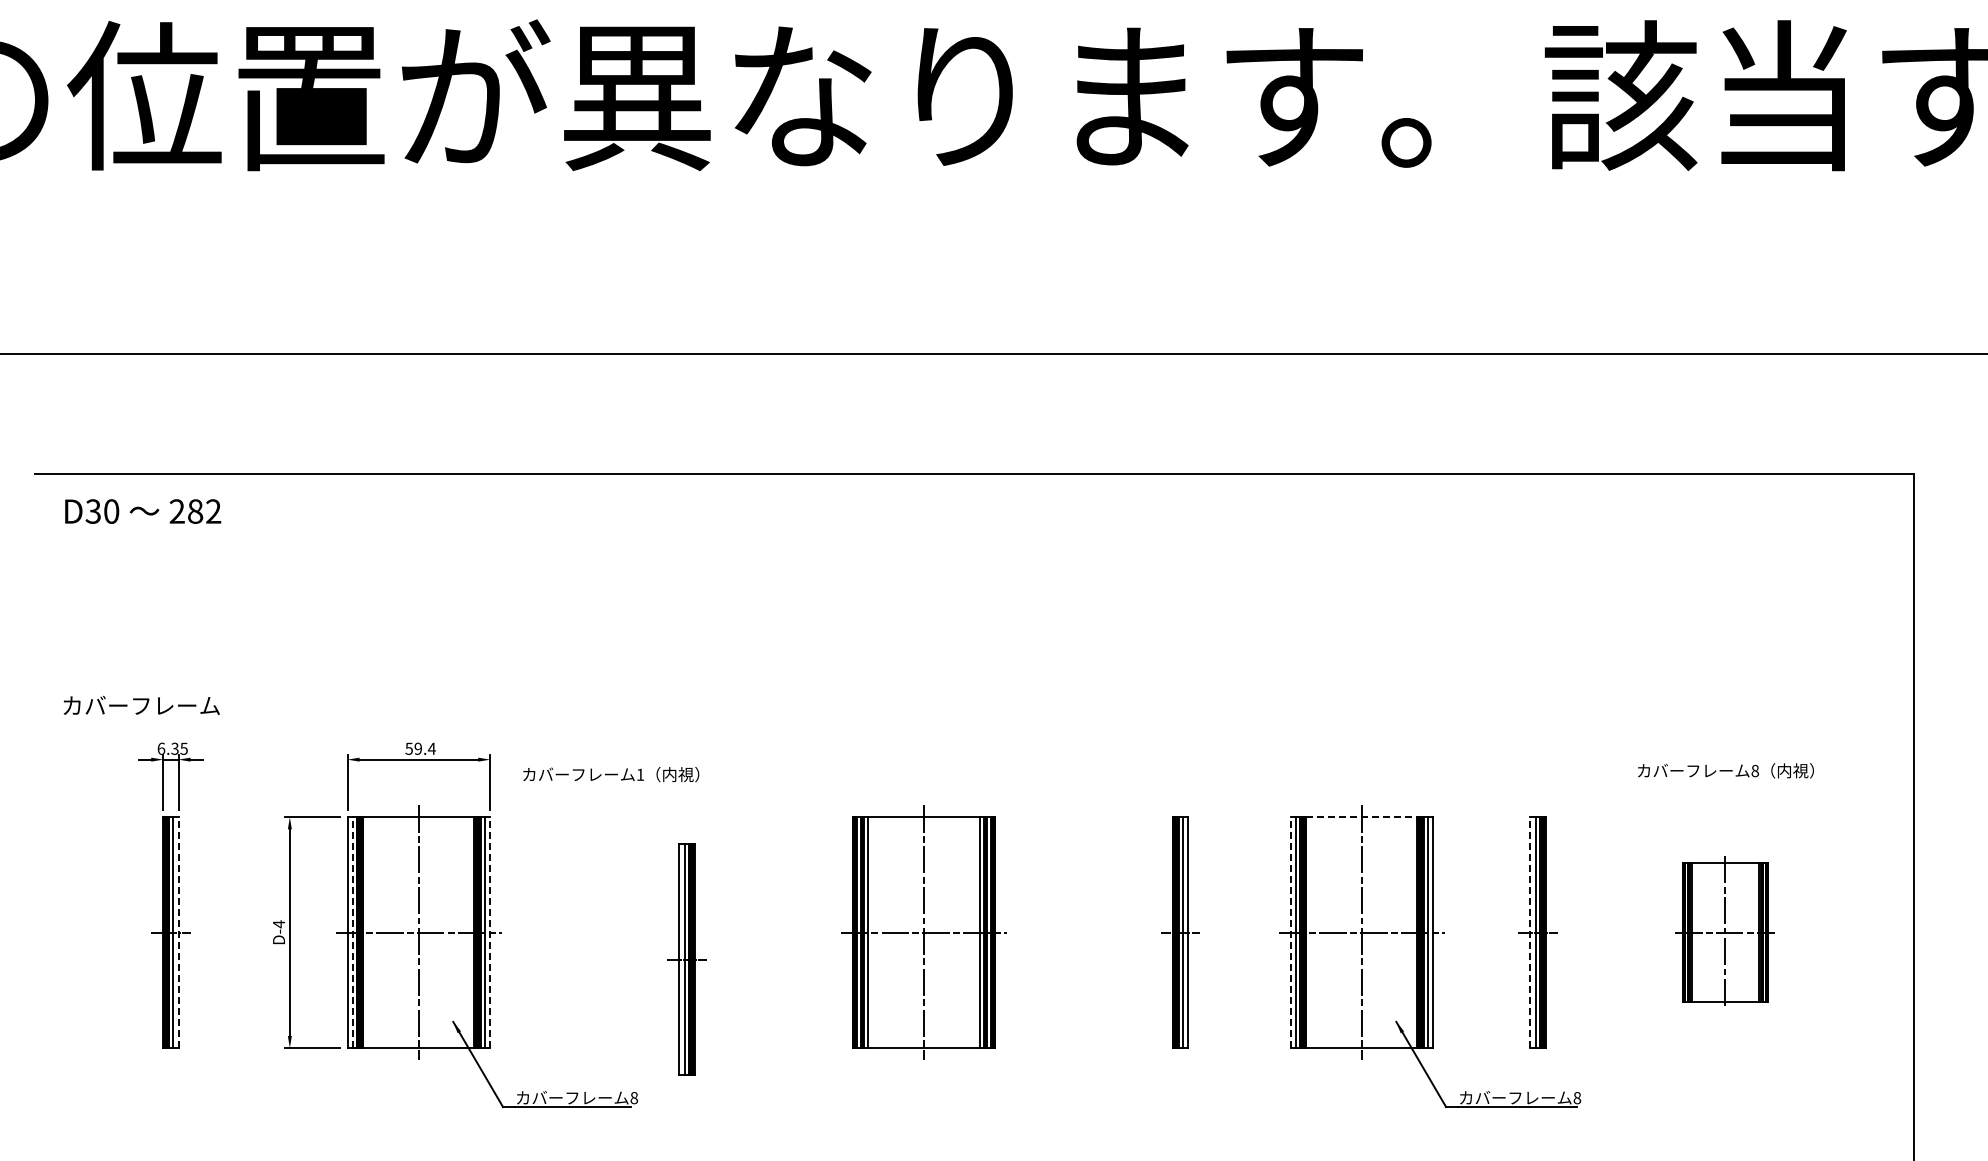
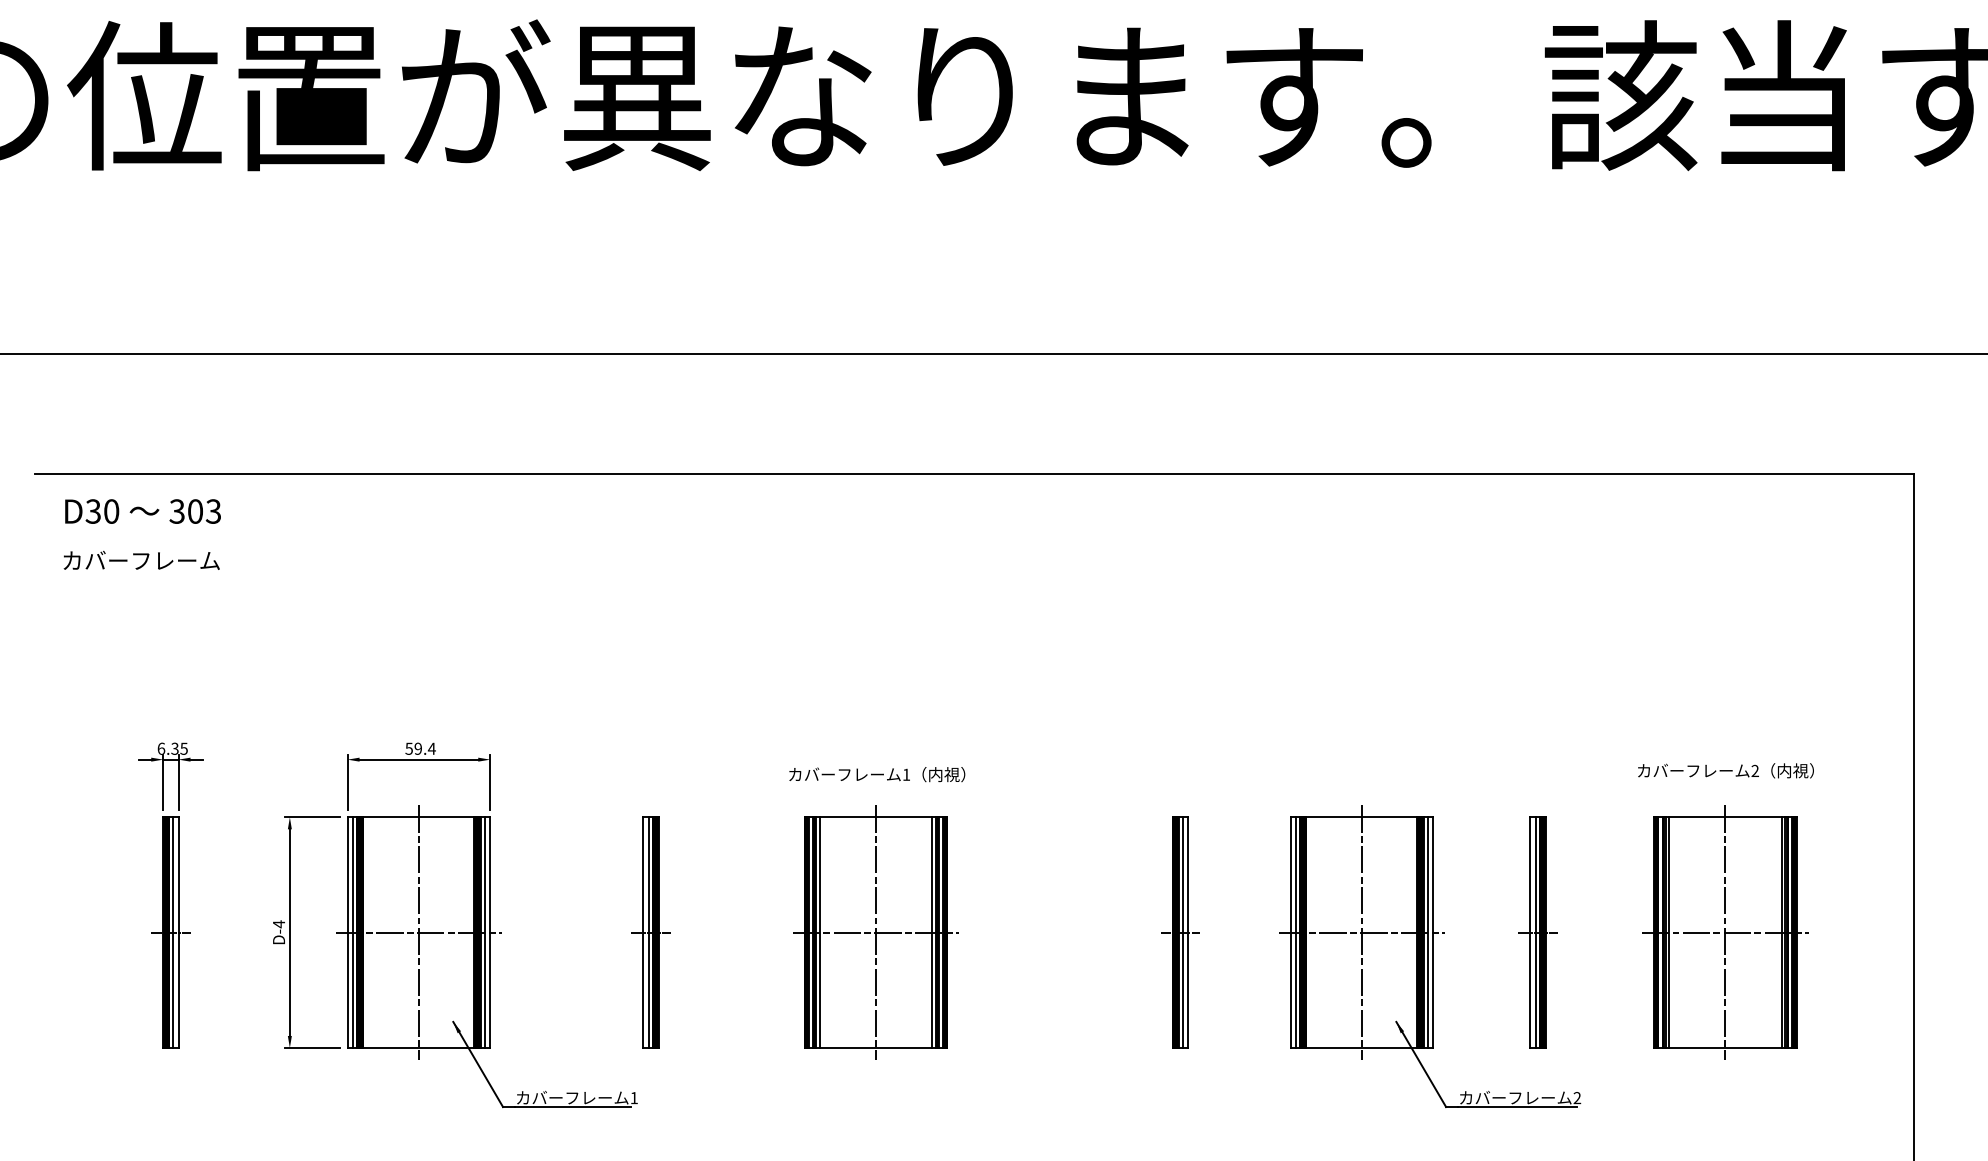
text at (195, 511): 282 -> 303
text at (141, 704) position: (141, 704) -> (141, 559)
text at (1754, 771): 8 -> 2
text at (611, 774) position: (611, 774) -> (877, 774)
line at (1361, 817): dashed -> solid
part at (1724, 930) size: 100x150 px -> 167x255 px
line at (178, 932): dashed -> solid
line at (352, 932): dashed -> solid
line at (490, 932): dashed -> solid
part at (923, 932) position: (923, 932) -> (875, 932)
line at (1290, 932): dashed -> solid
line at (1530, 932): dashed -> solid
part at (686, 959) position: (686, 959) -> (650, 932)
text at (634, 1098): 8 -> 1
text at (1577, 1098): 8 -> 2
